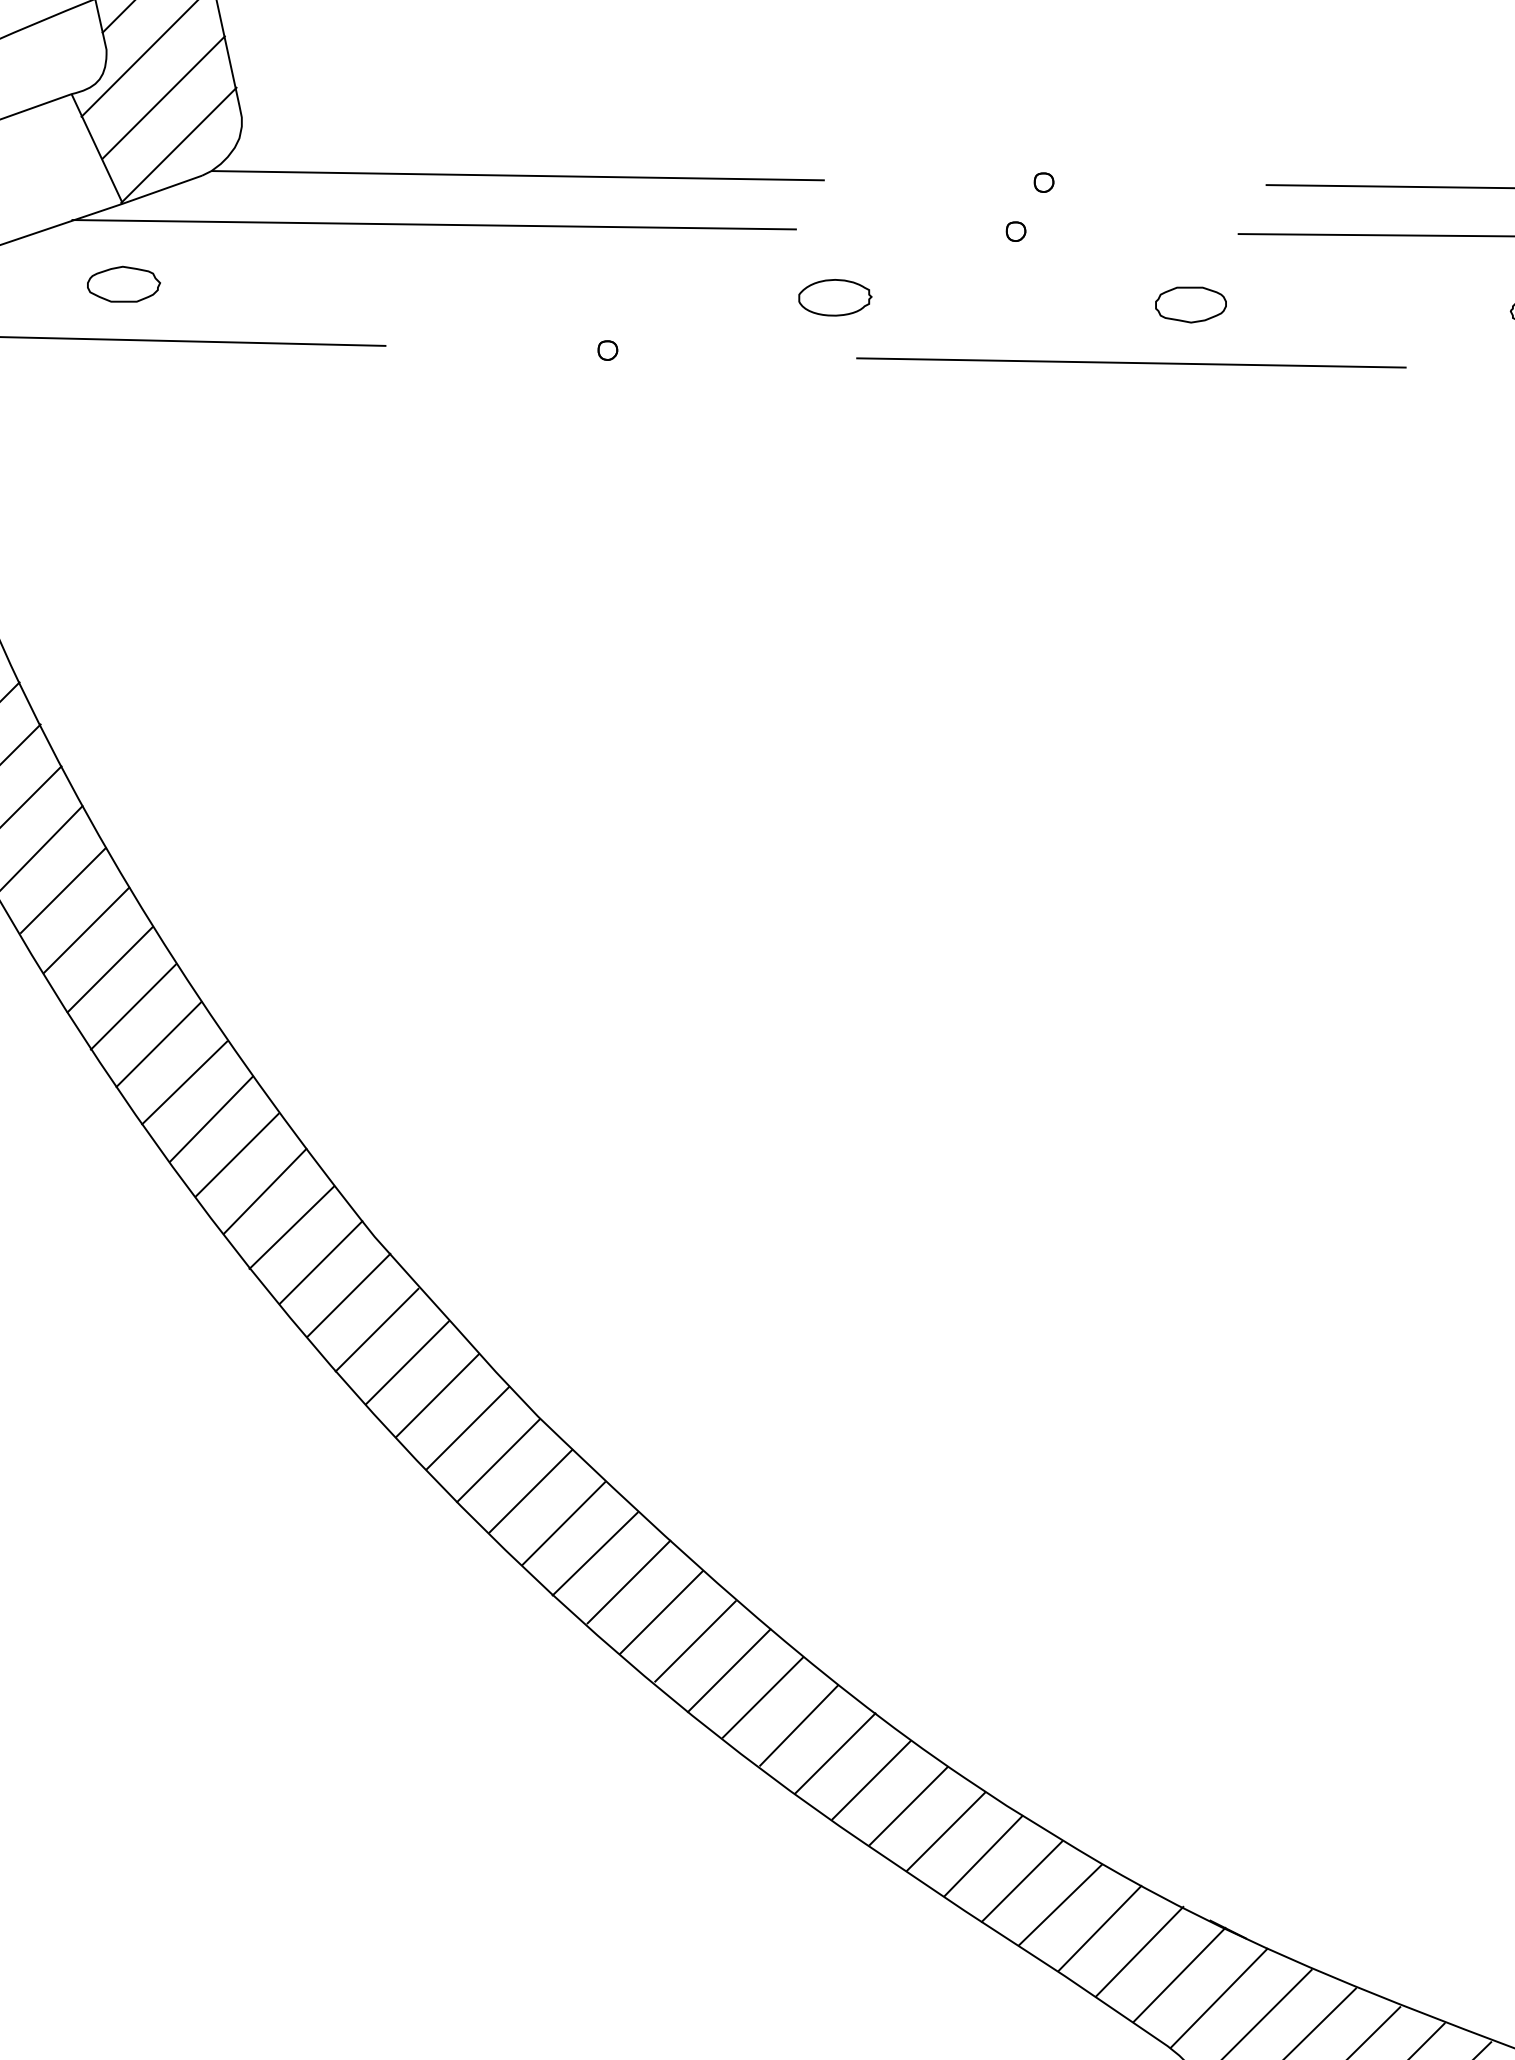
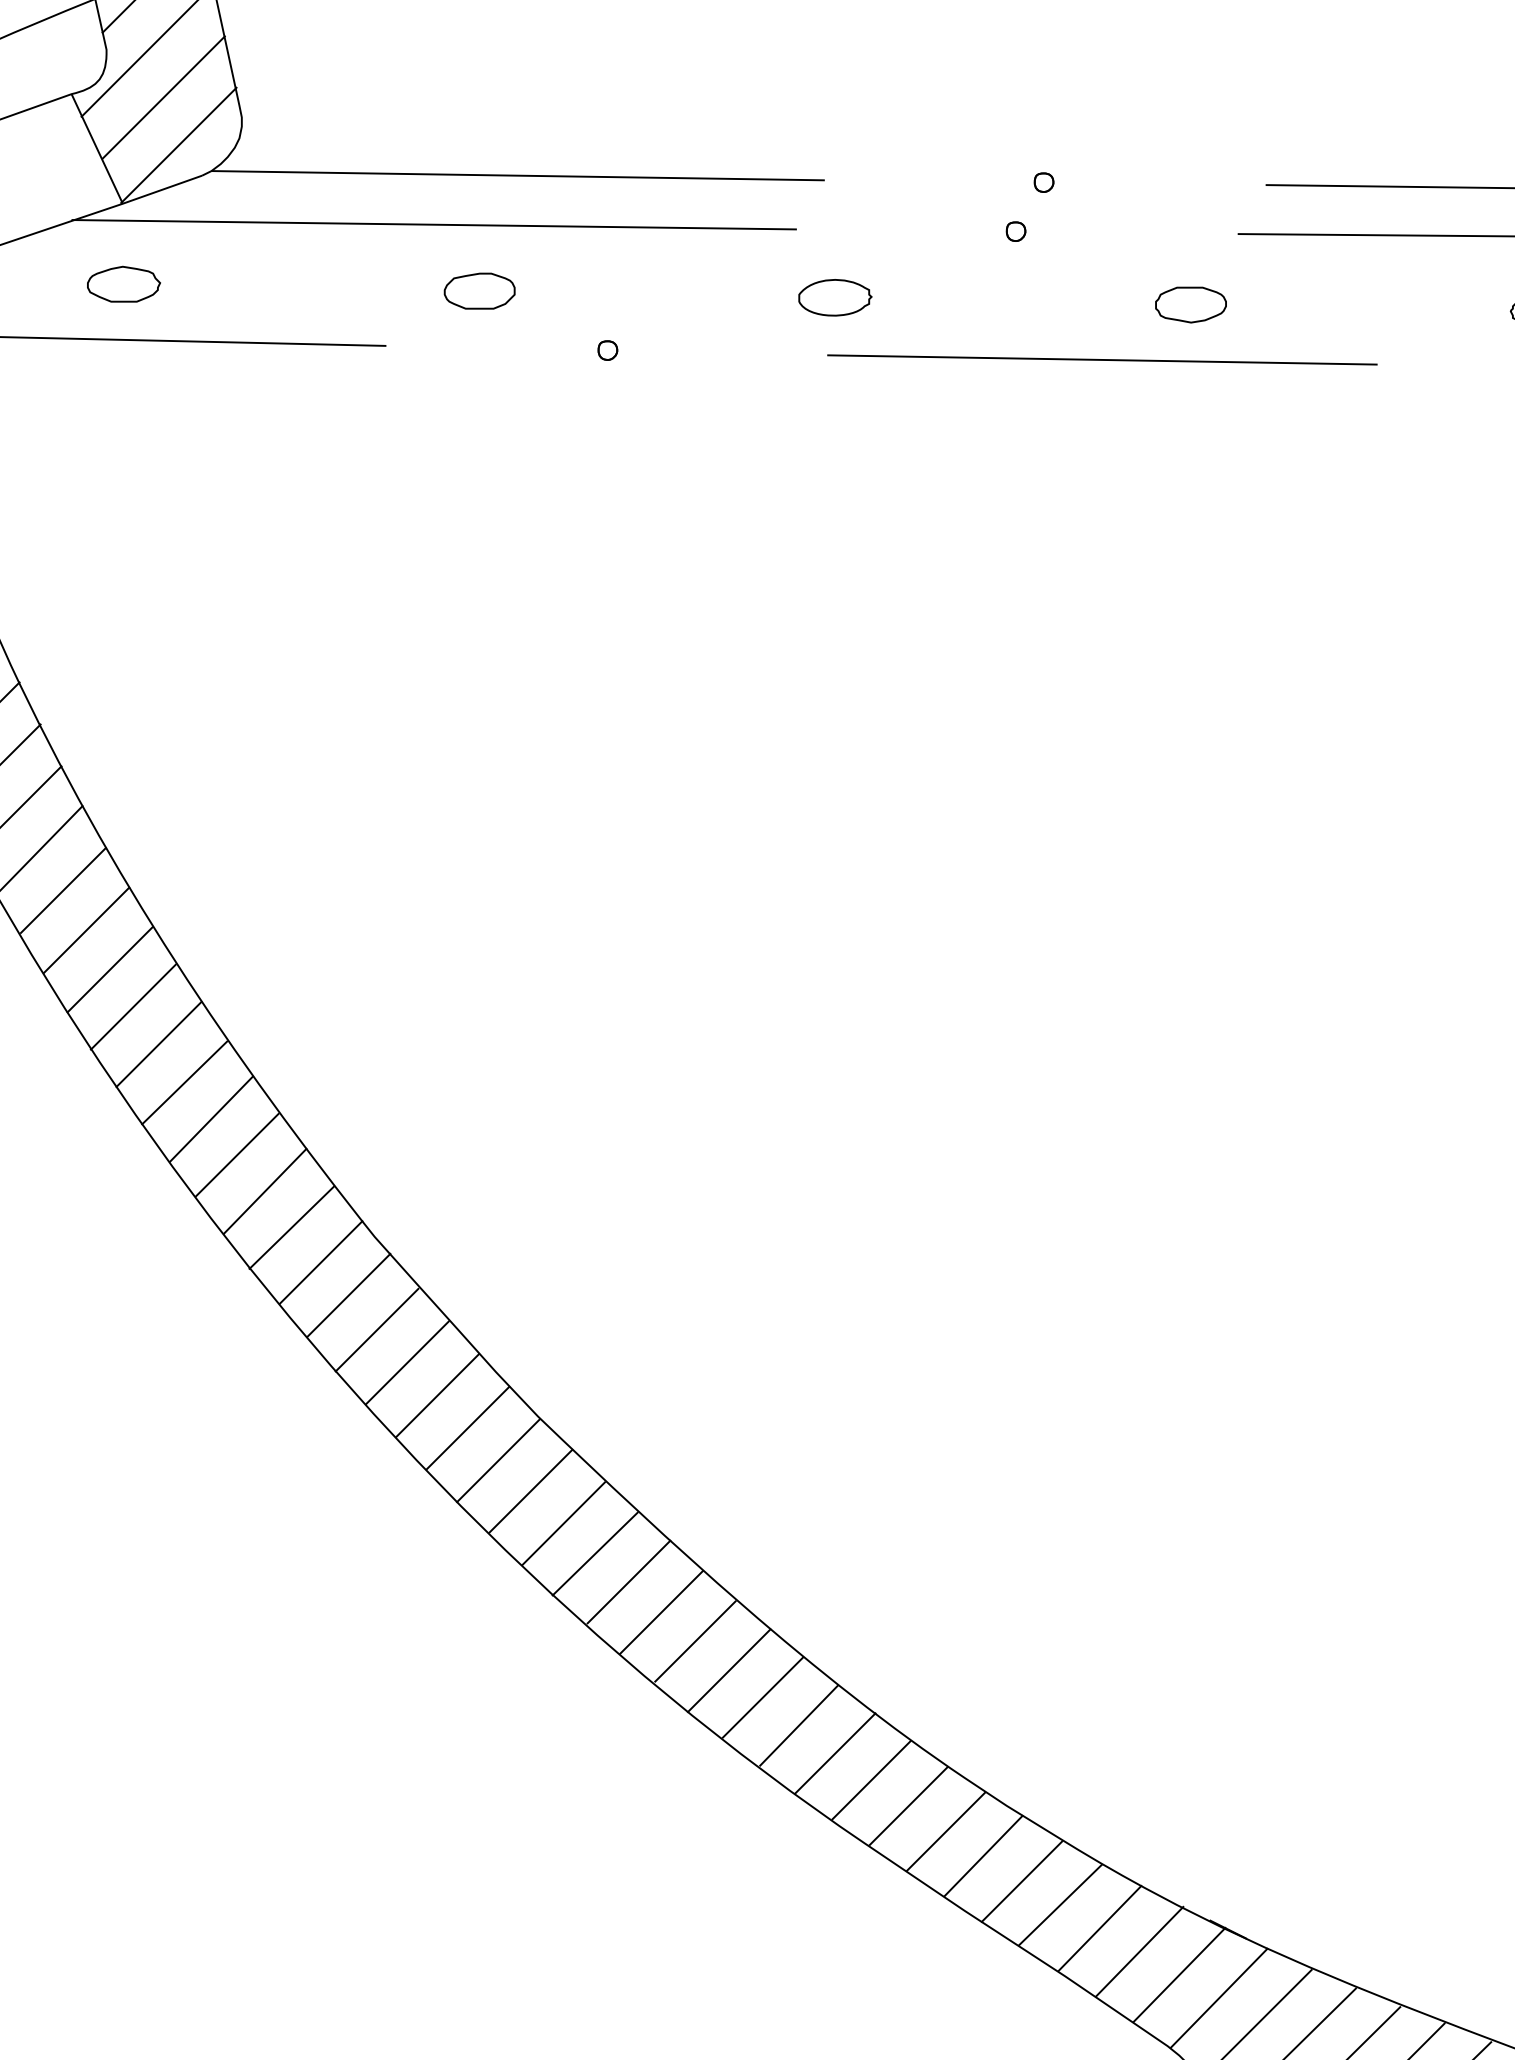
part at (479, 290): none -> present
line at (1131, 362) position: (1131, 362) -> (1102, 359)
